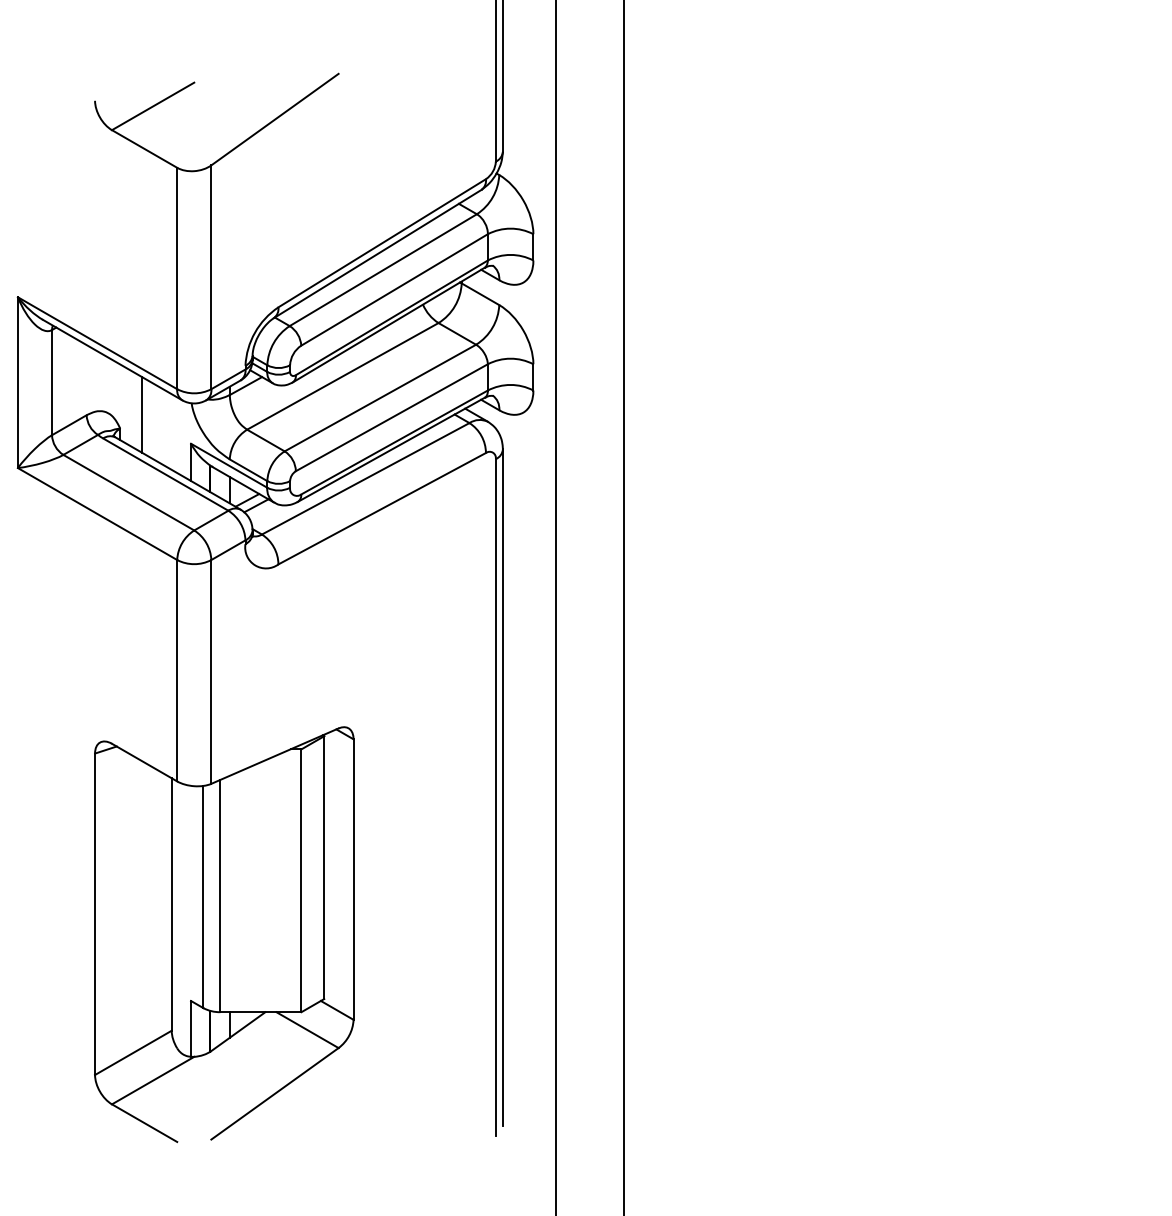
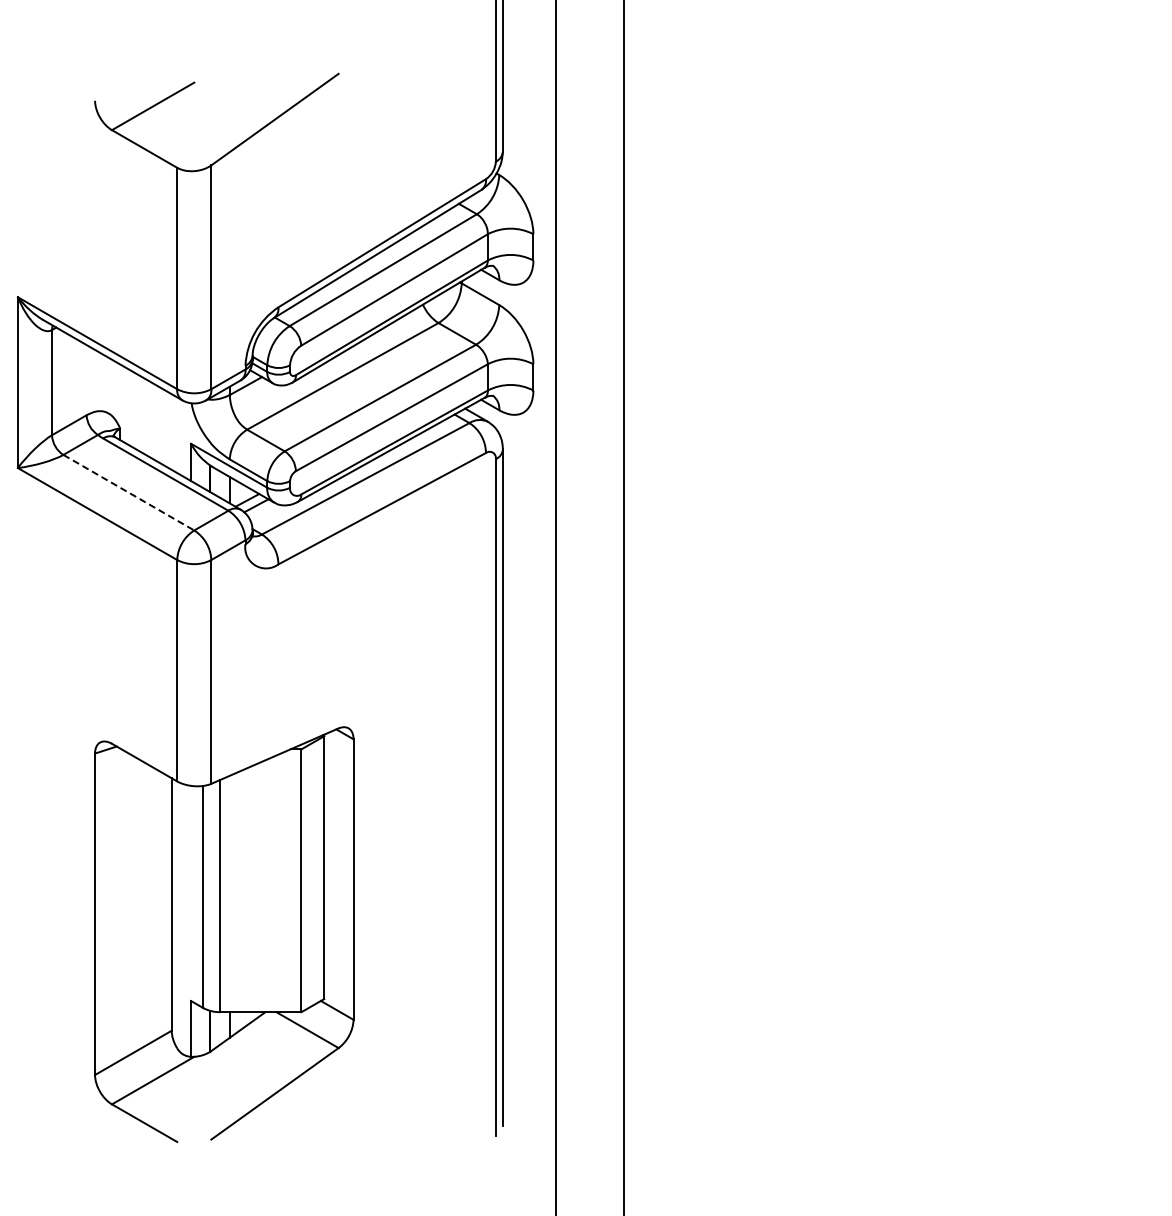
line at (142, 414): present -> none
line at (128, 492): solid -> dashed
